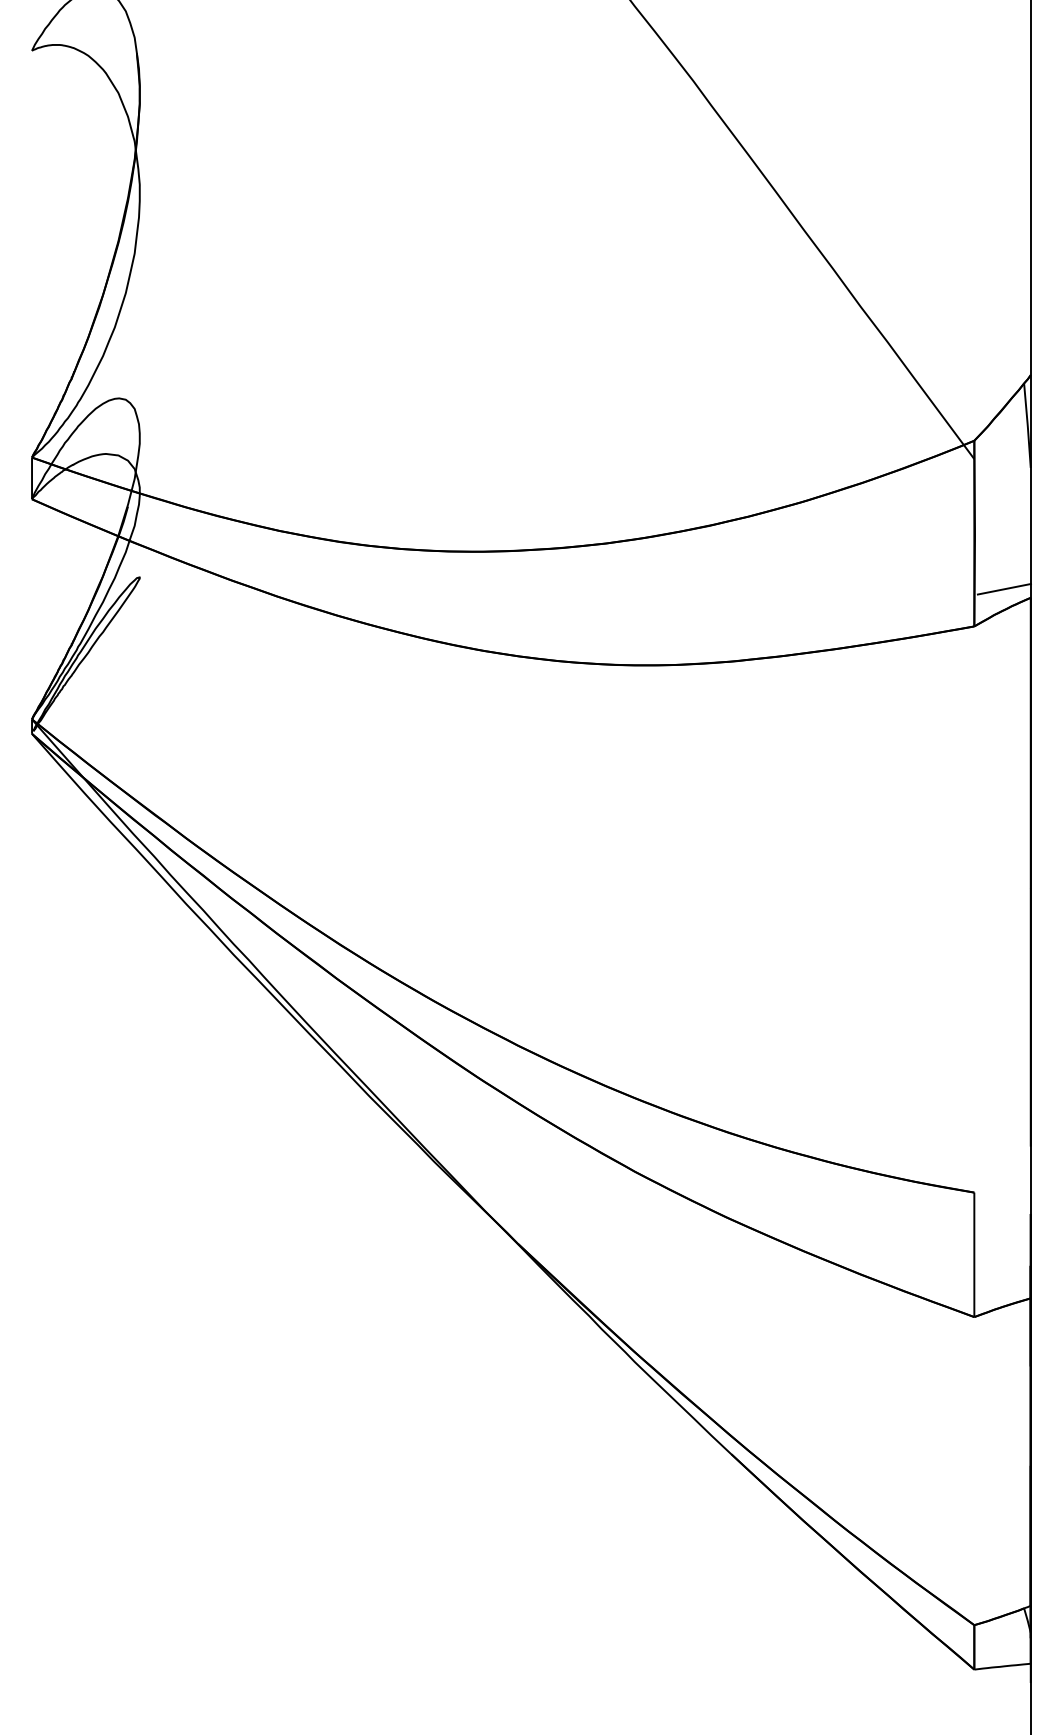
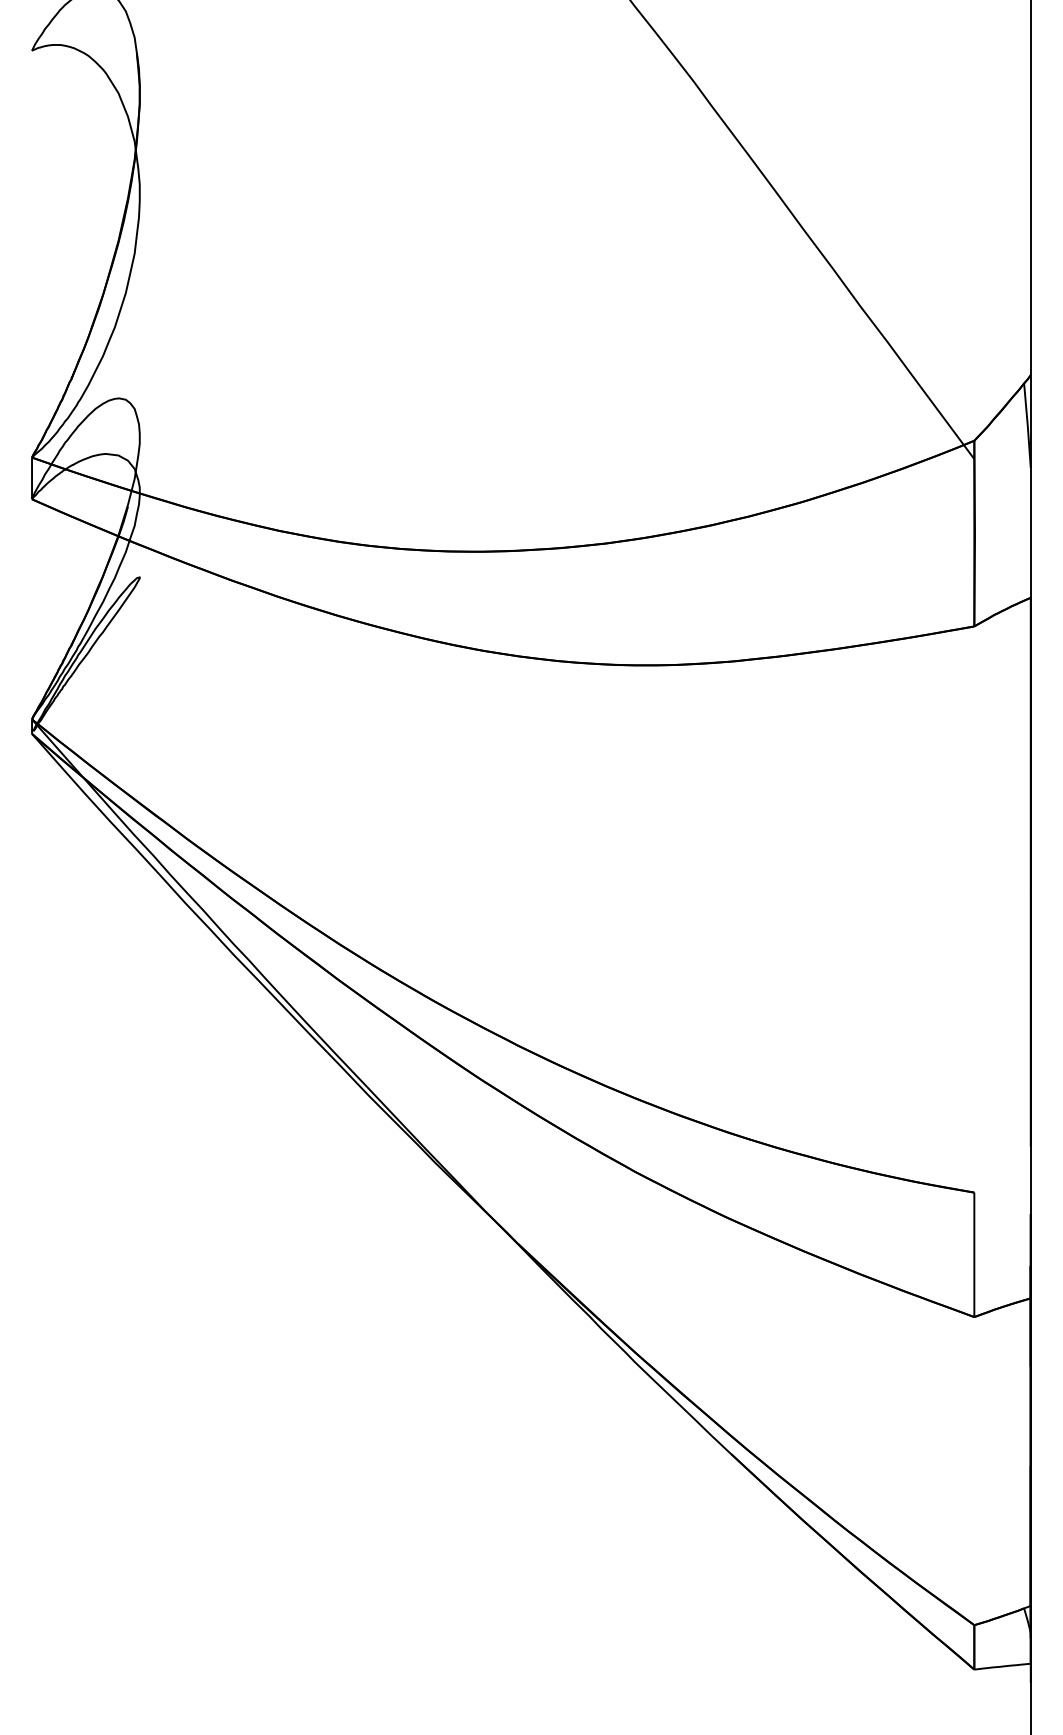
line at (1003, 588): present -> none
